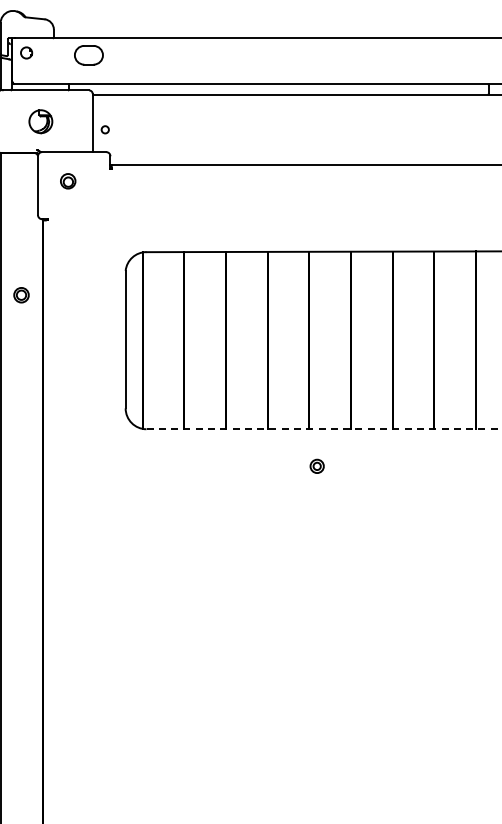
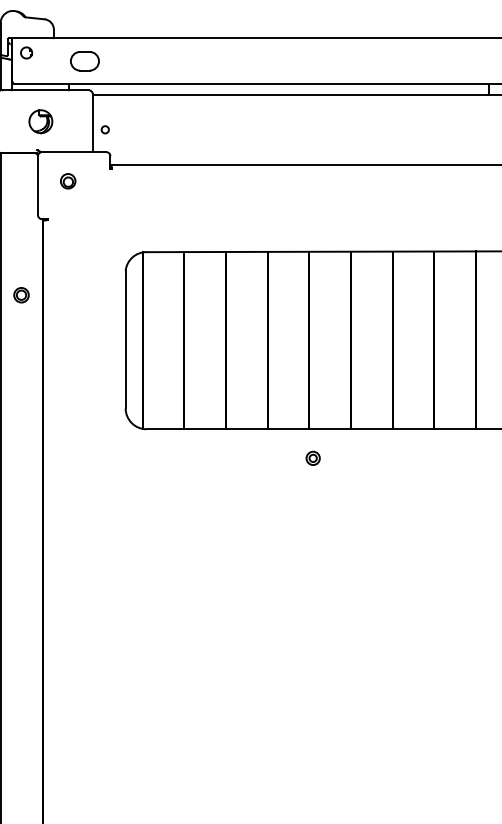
part at (88, 55) position: (88, 55) -> (84, 61)
line at (324, 429): dashed -> solid
part at (316, 465) position: (316, 465) -> (312, 457)
